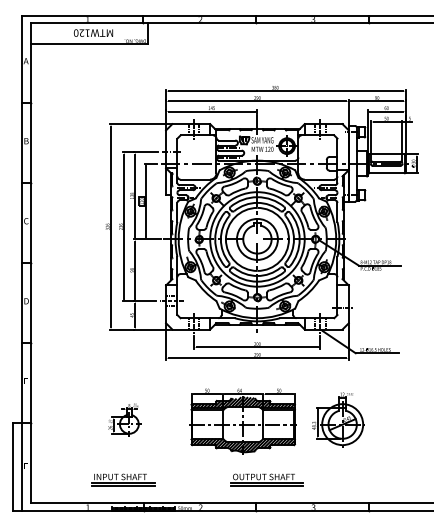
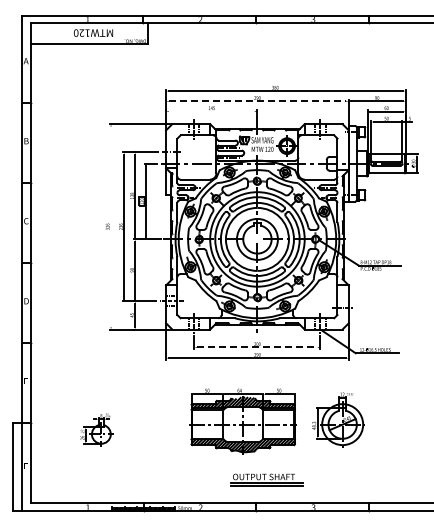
line at (257, 101): solid -> dashed
line at (211, 111): present -> none
line at (111, 226): present -> none
line at (257, 347): solid -> dashed
part at (124, 419) position: (124, 419) -> (96, 429)
part at (123, 479): present -> none
